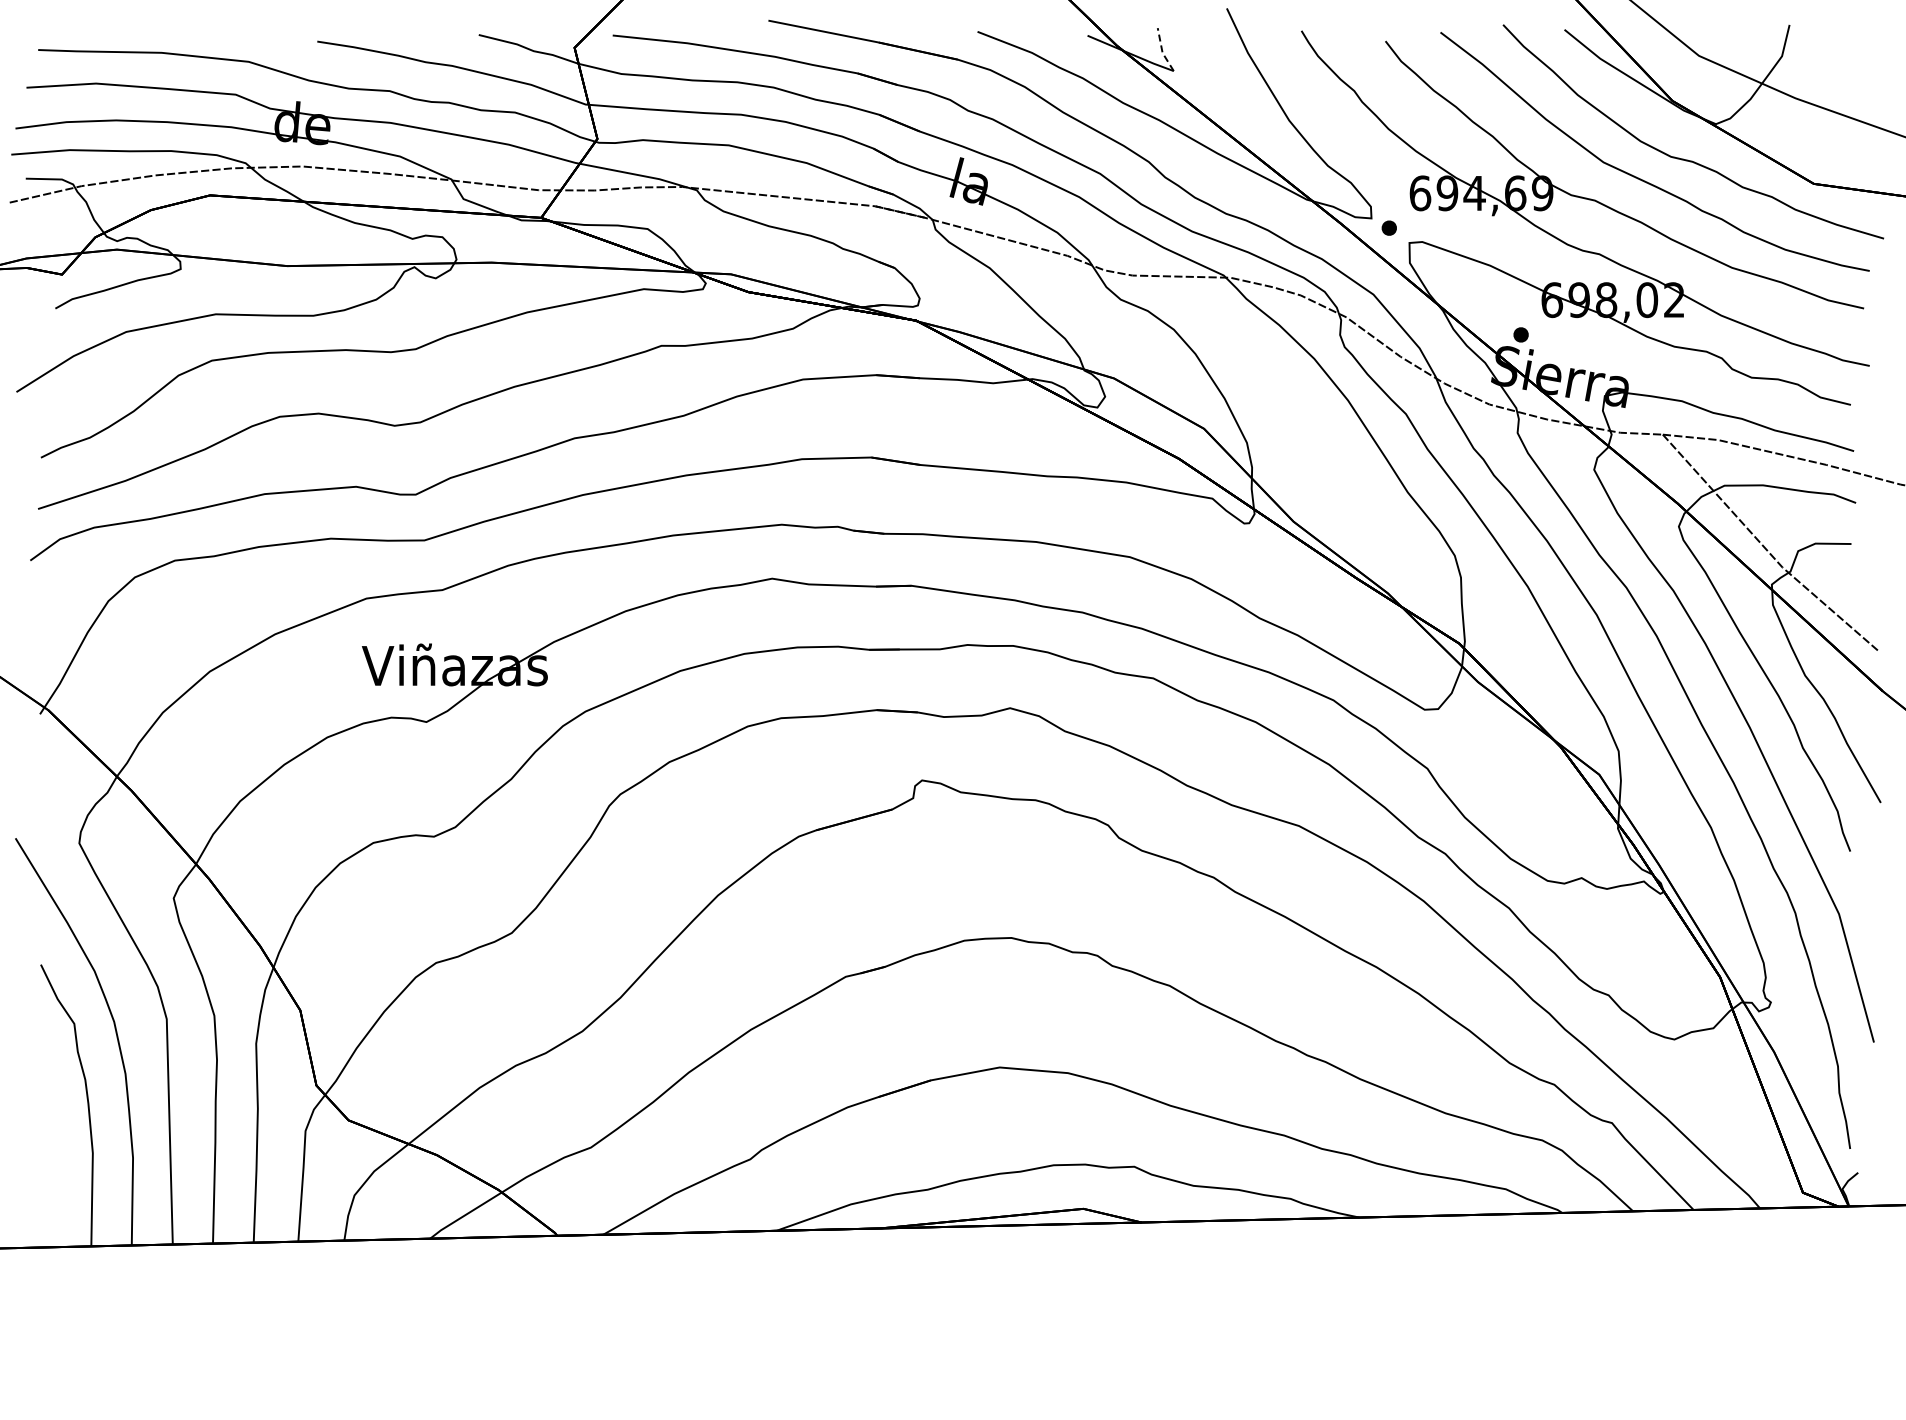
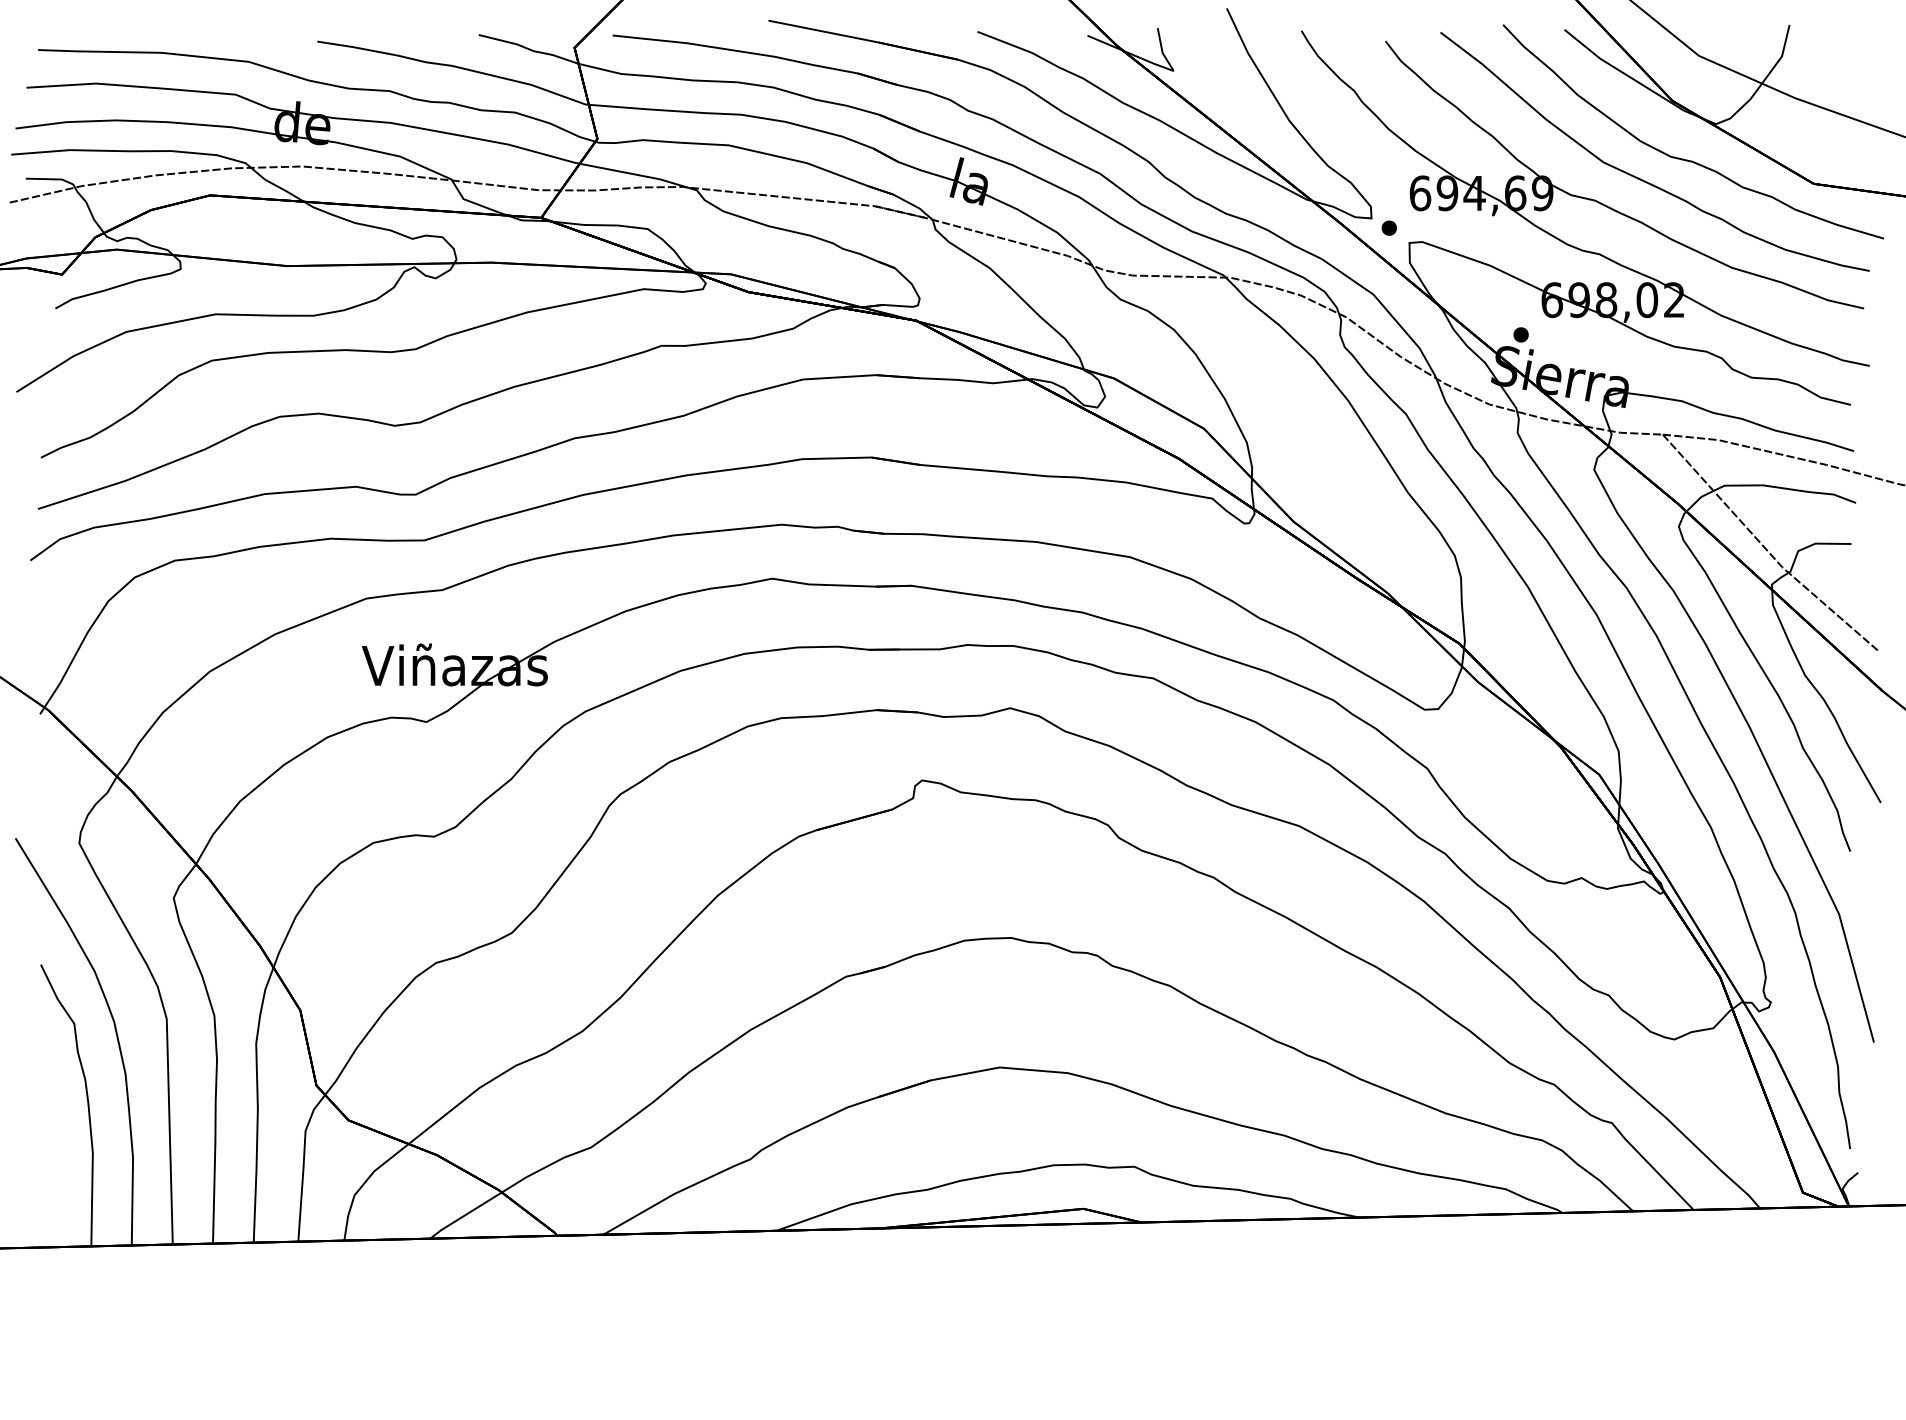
line at (1162, 51): dashed -> solid
